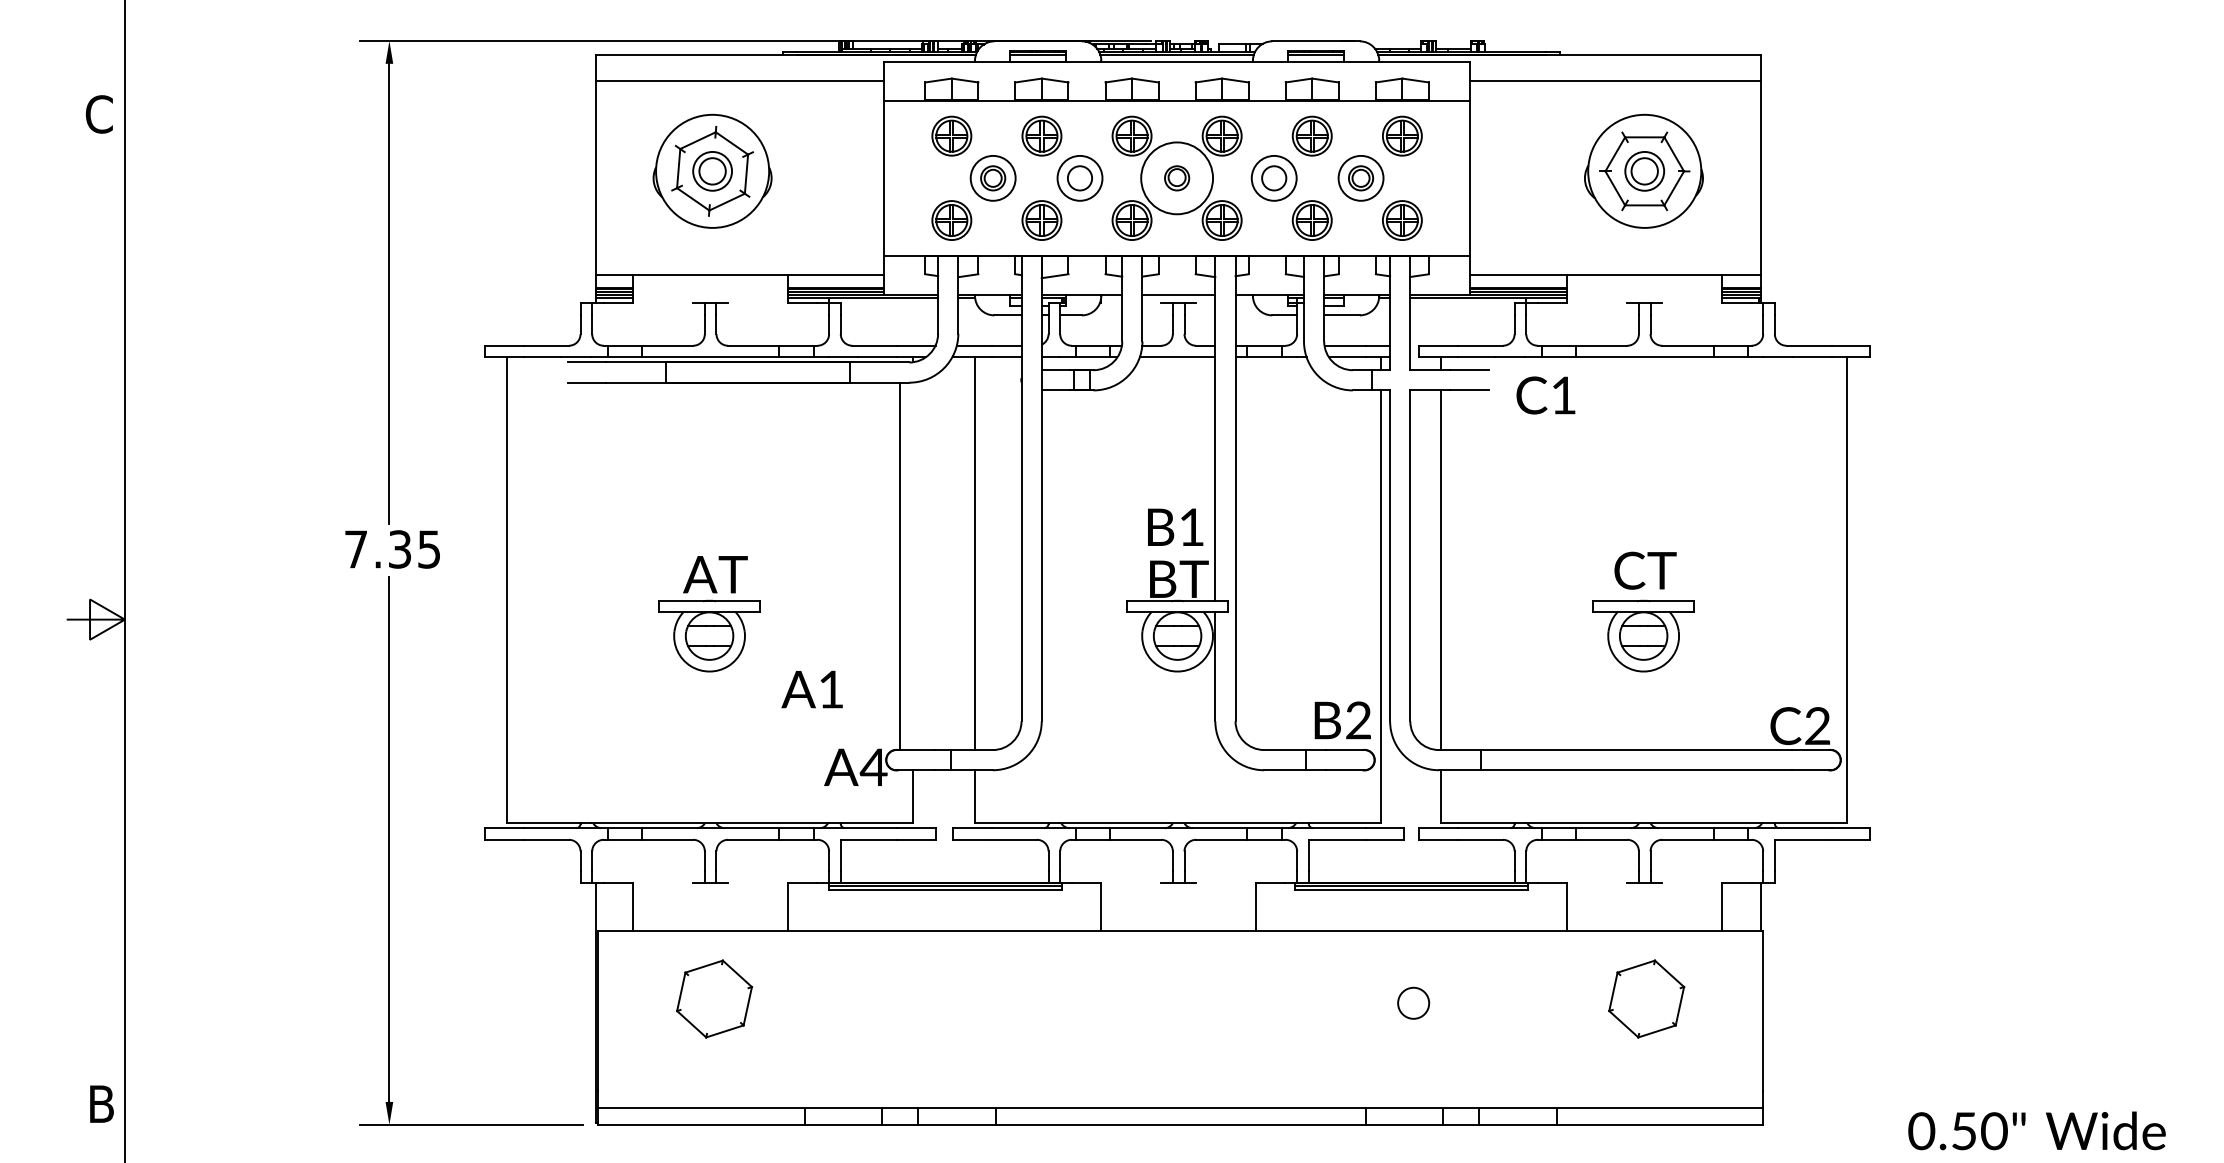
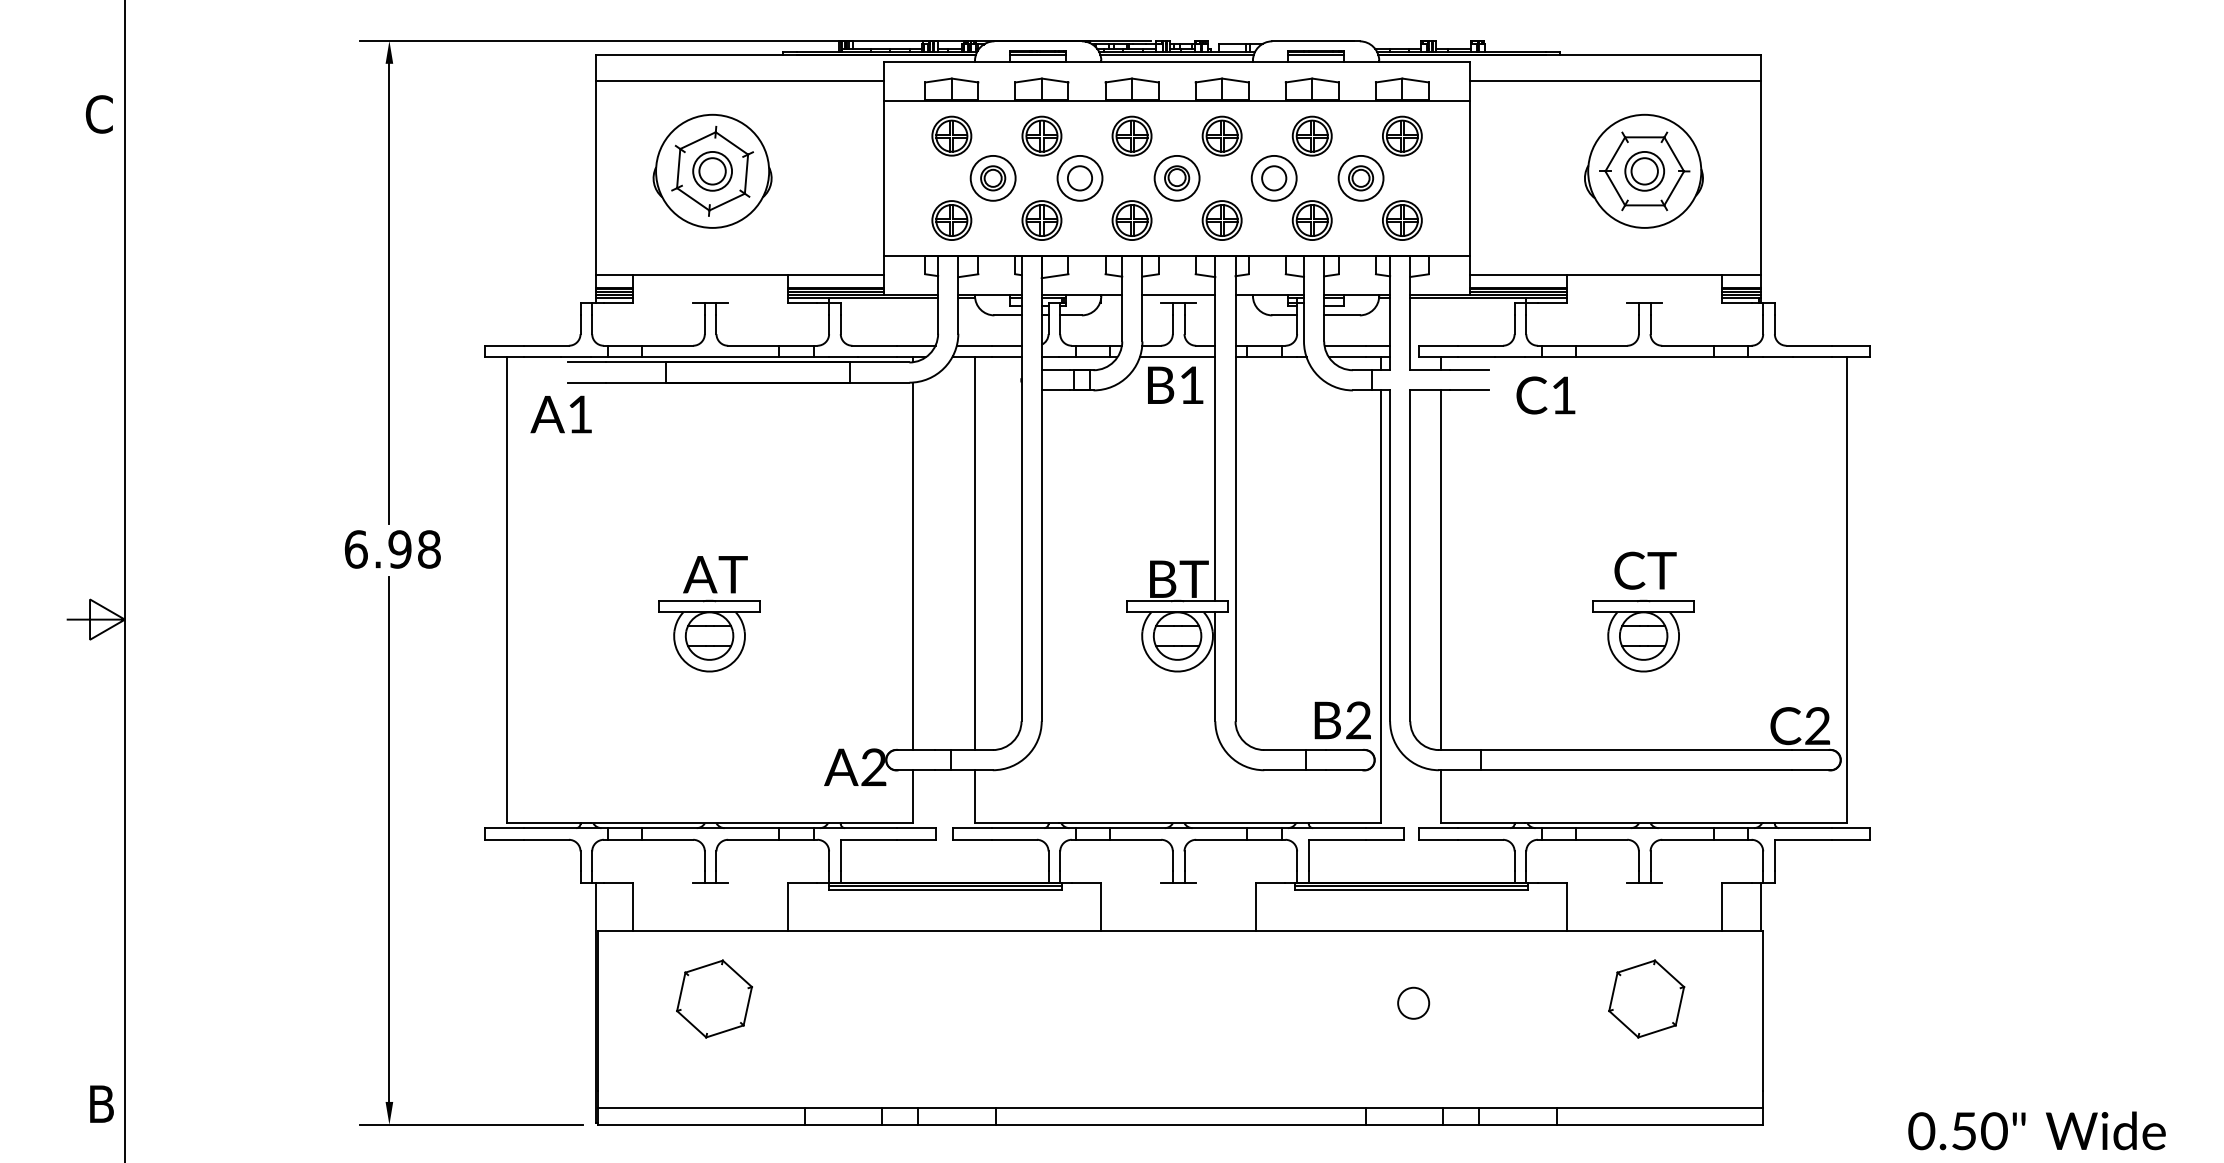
circle at (1177, 178) diameter: 72 px -> 45 px
text at (1175, 526) position: (1175, 526) -> (1175, 384)
text at (392, 549): 7.35 -> 6.98
line at (900, 566) position: (900, 566) -> (913, 566)
text at (811, 689) position: (811, 689) -> (560, 414)
text at (873, 766): A4 -> A2
